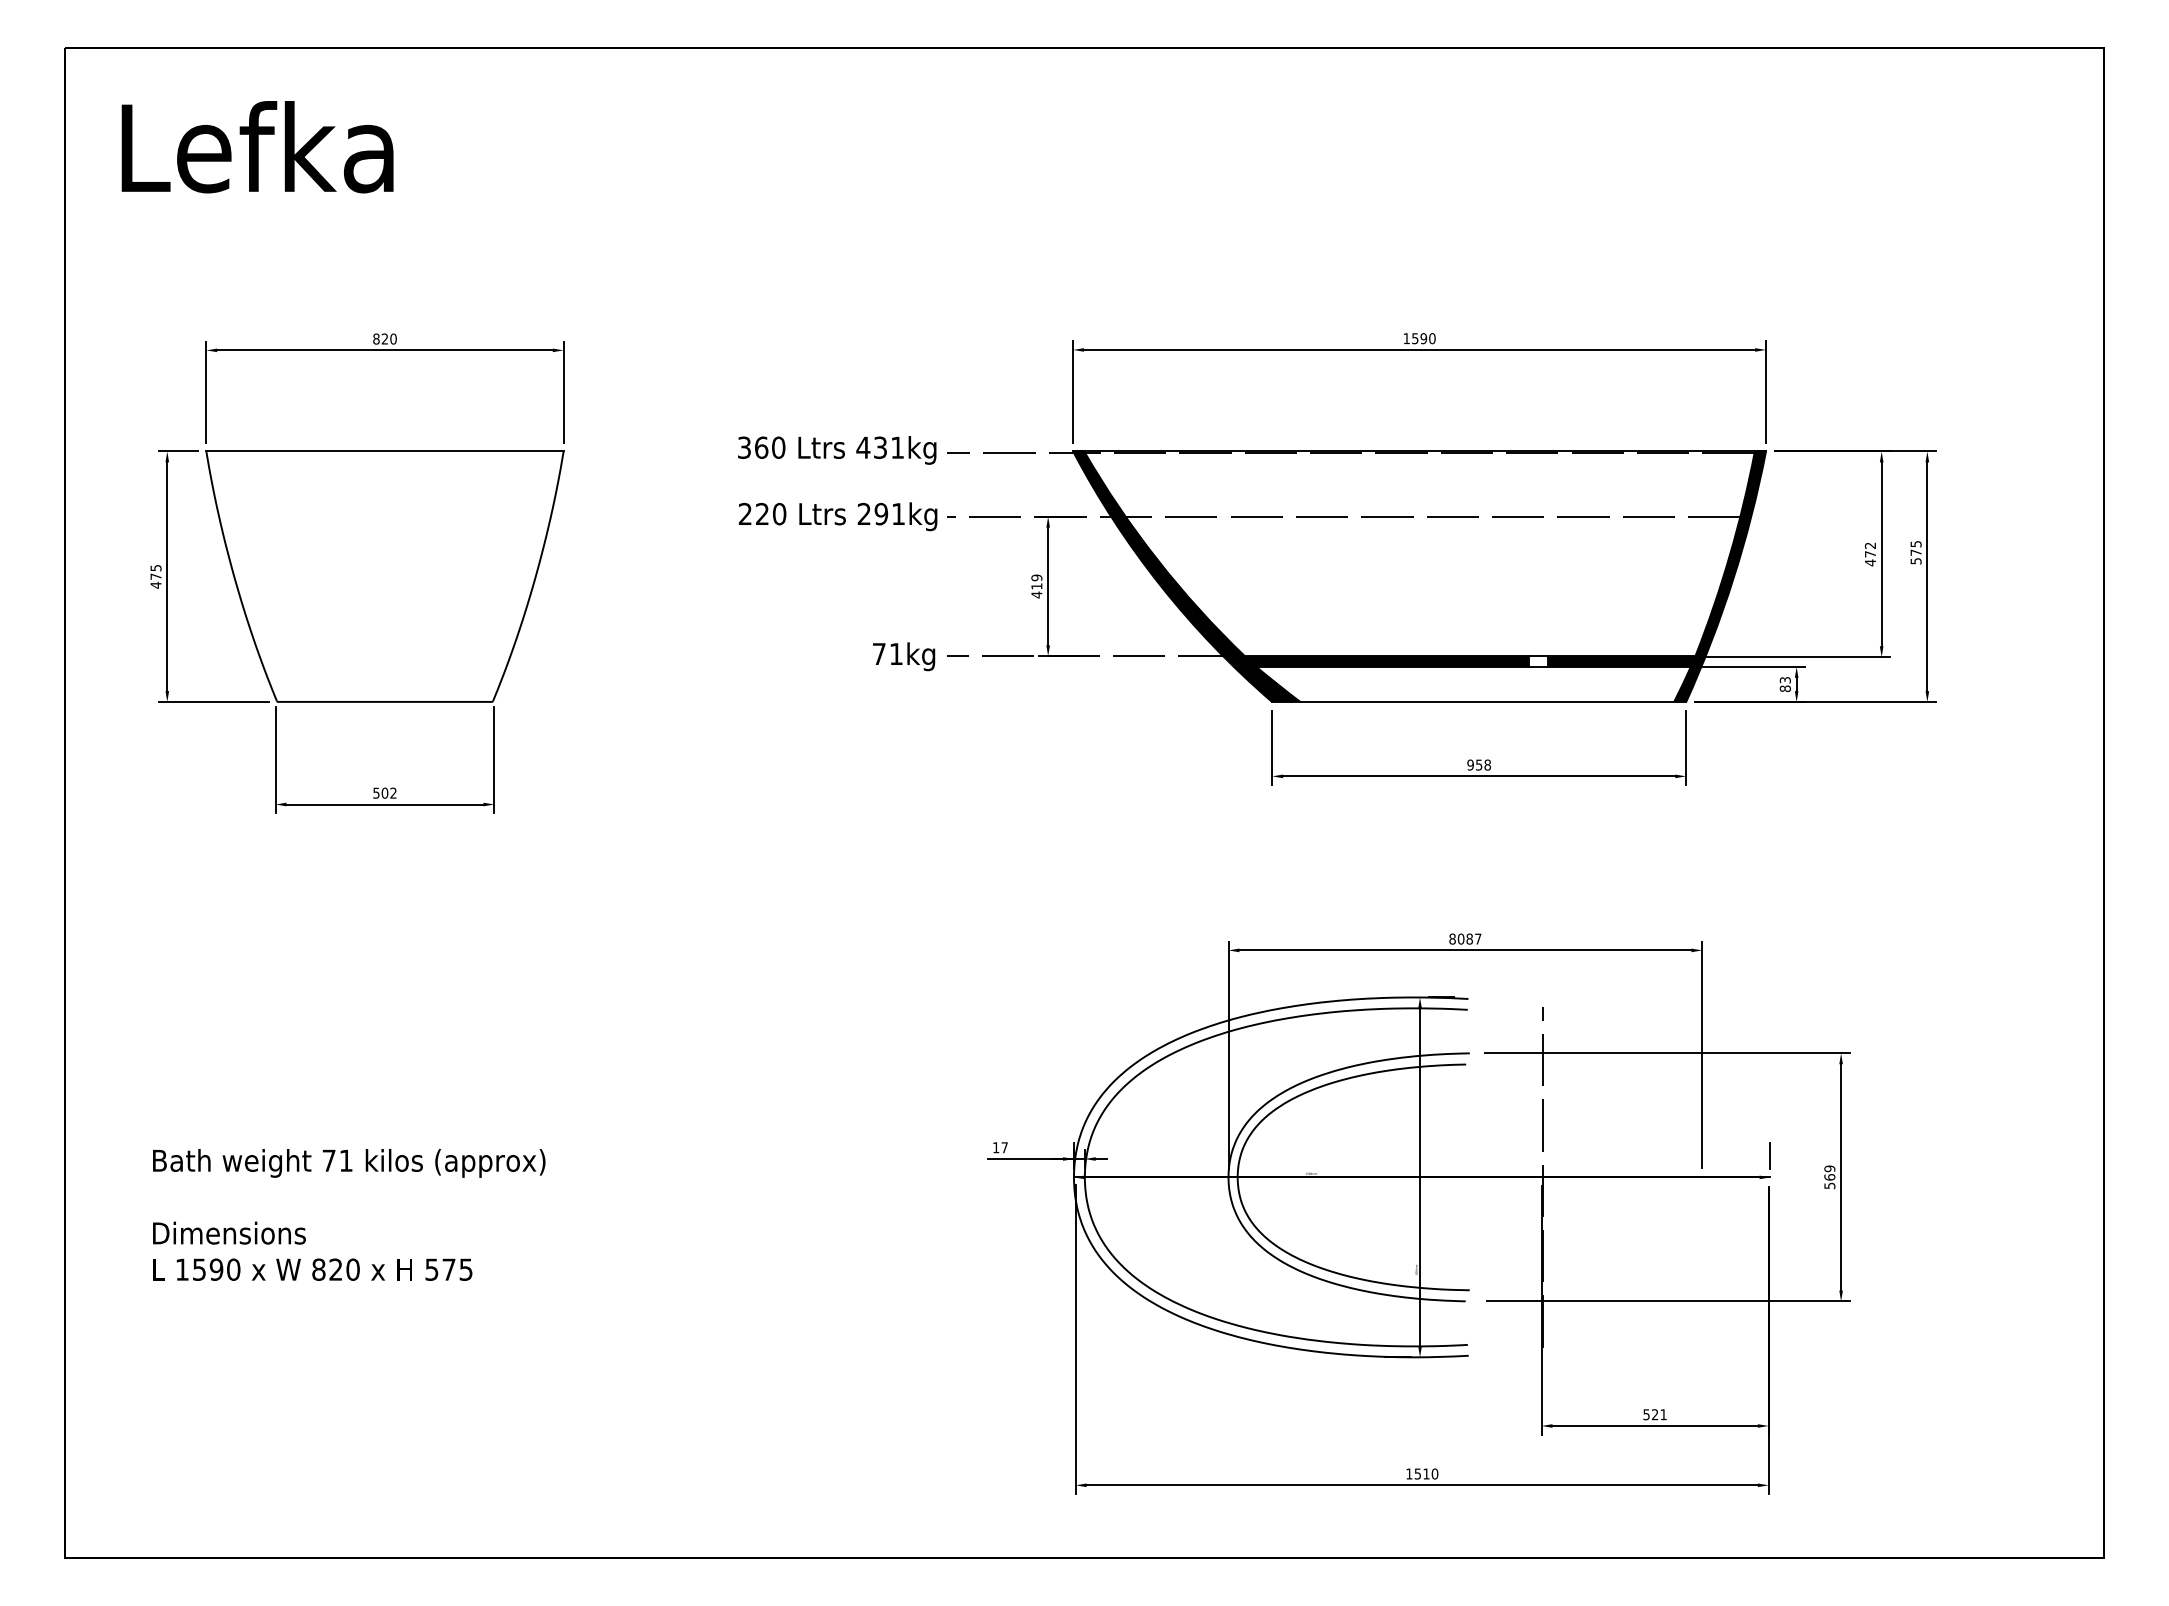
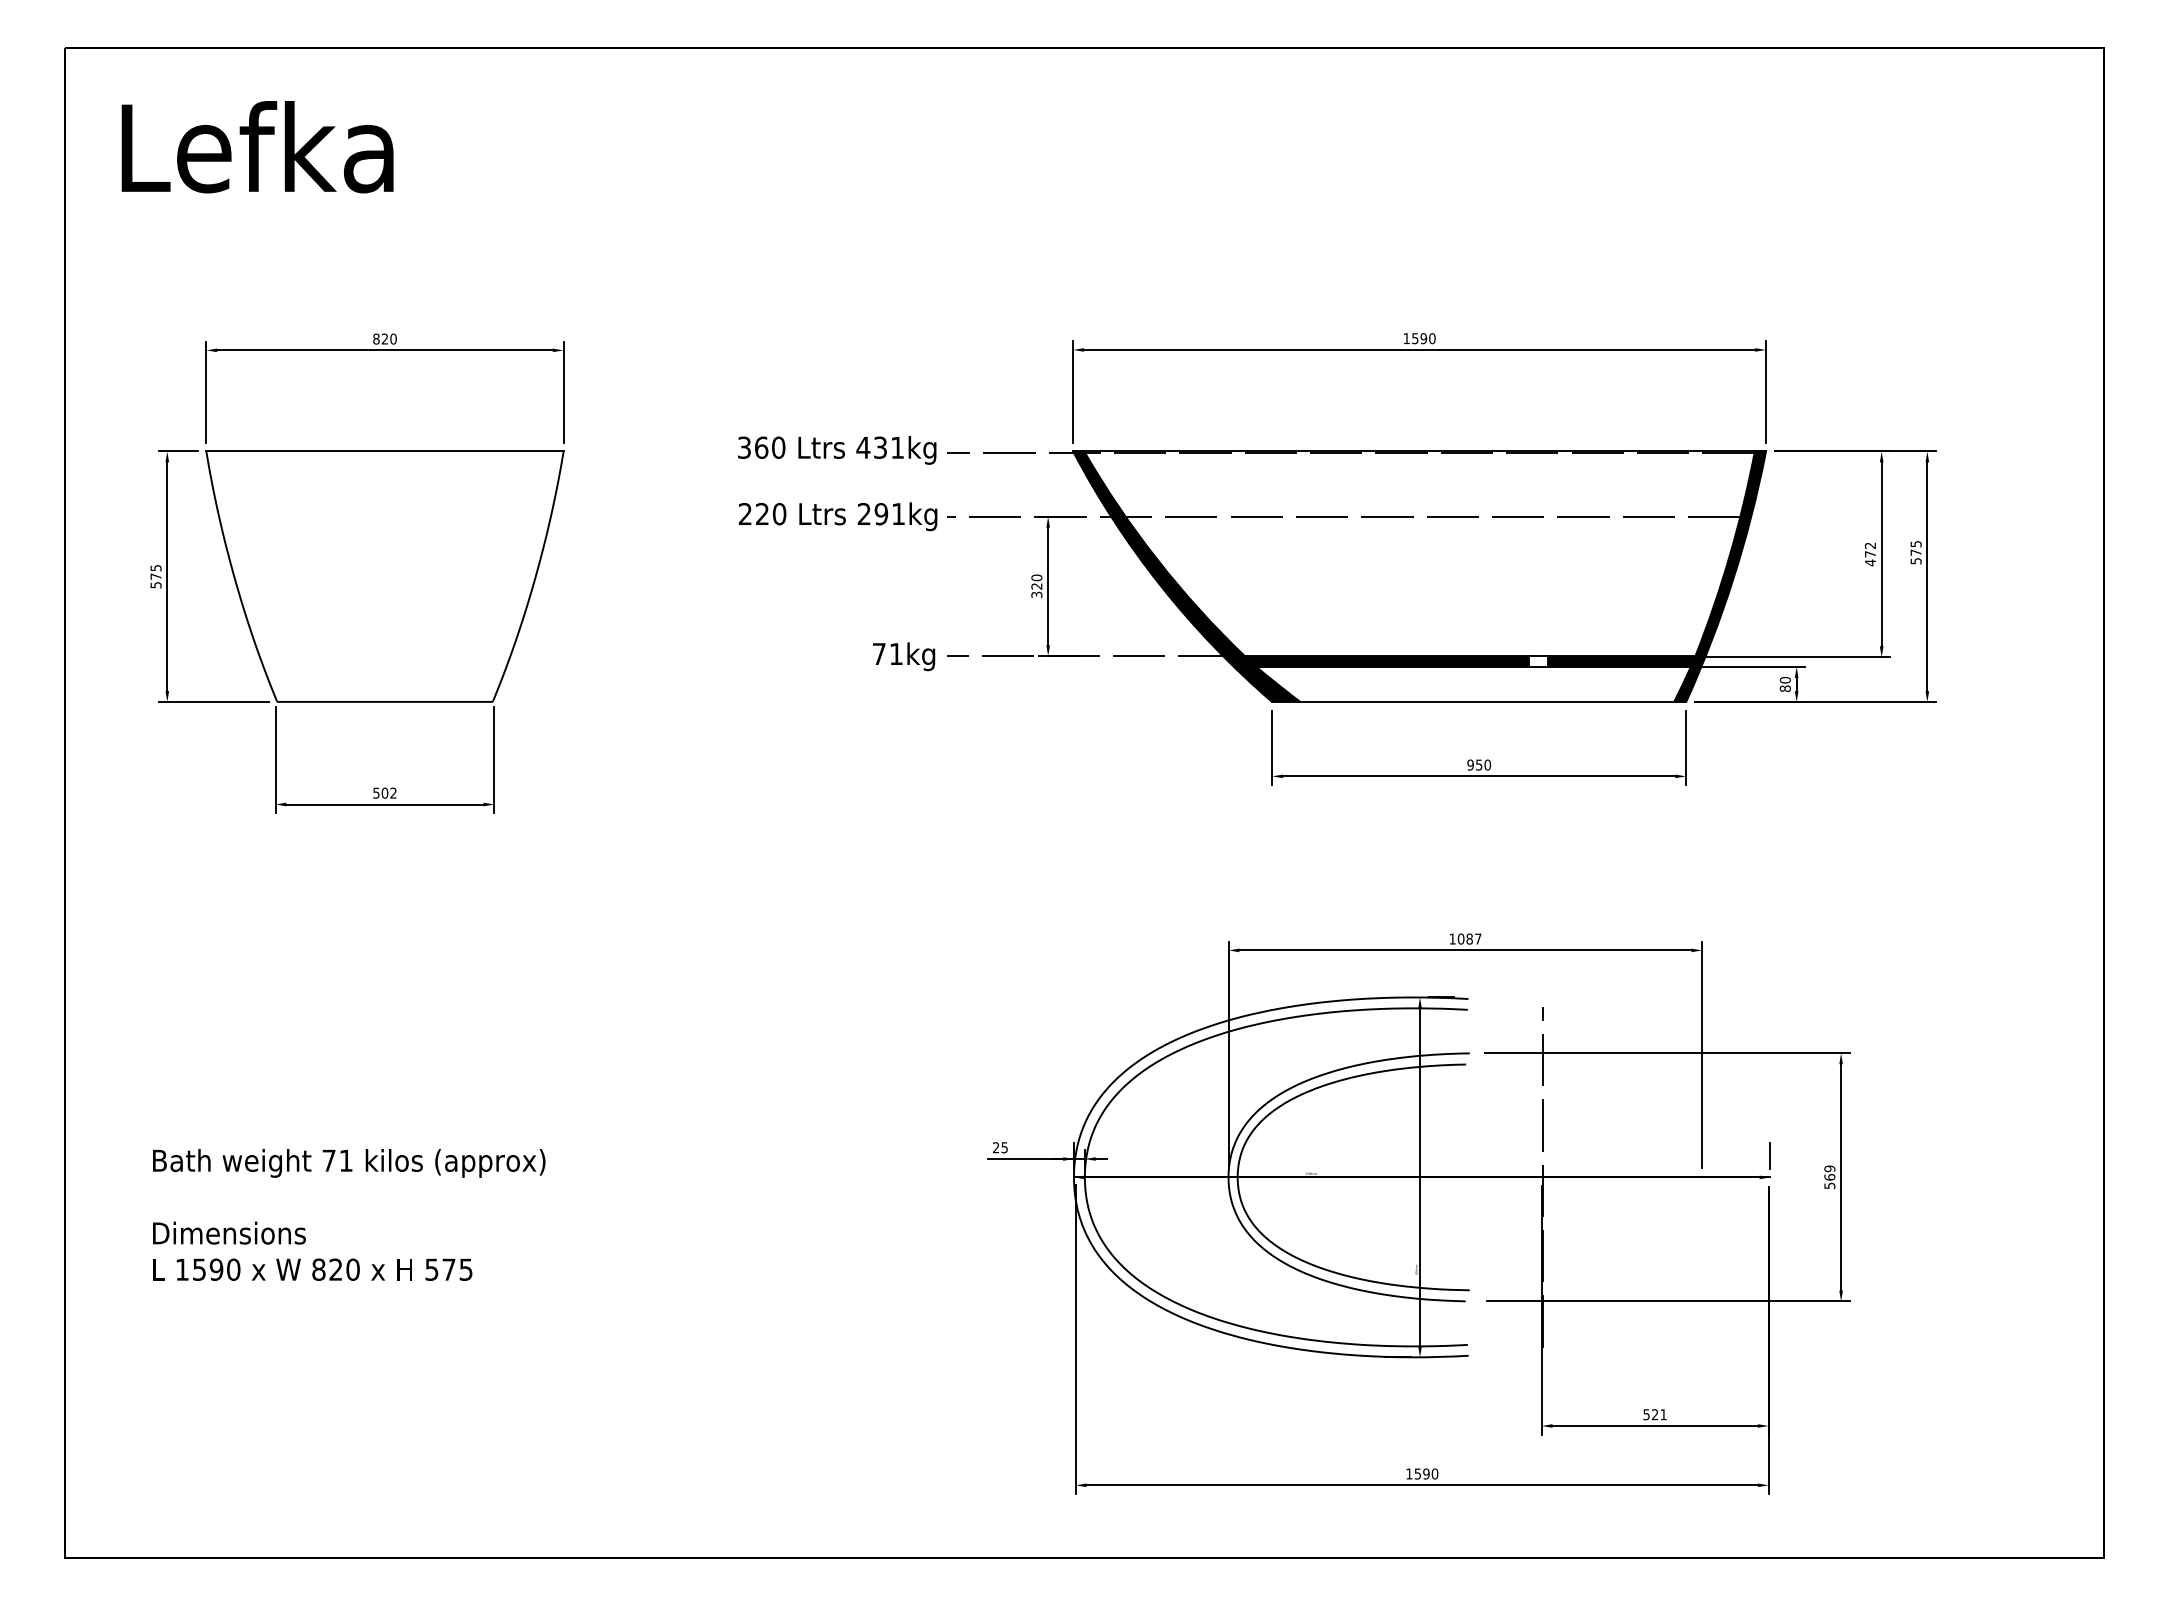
text at (155, 584): 475 -> 575
text at (1036, 586): 419 -> 320
text at (1784, 679): 83 -> 80
text at (1487, 764): 958 -> 950
text at (1452, 938): 8087 -> 1087
text at (1000, 1147): 17 -> 25
text at (1426, 1473): 1510 -> 1590
